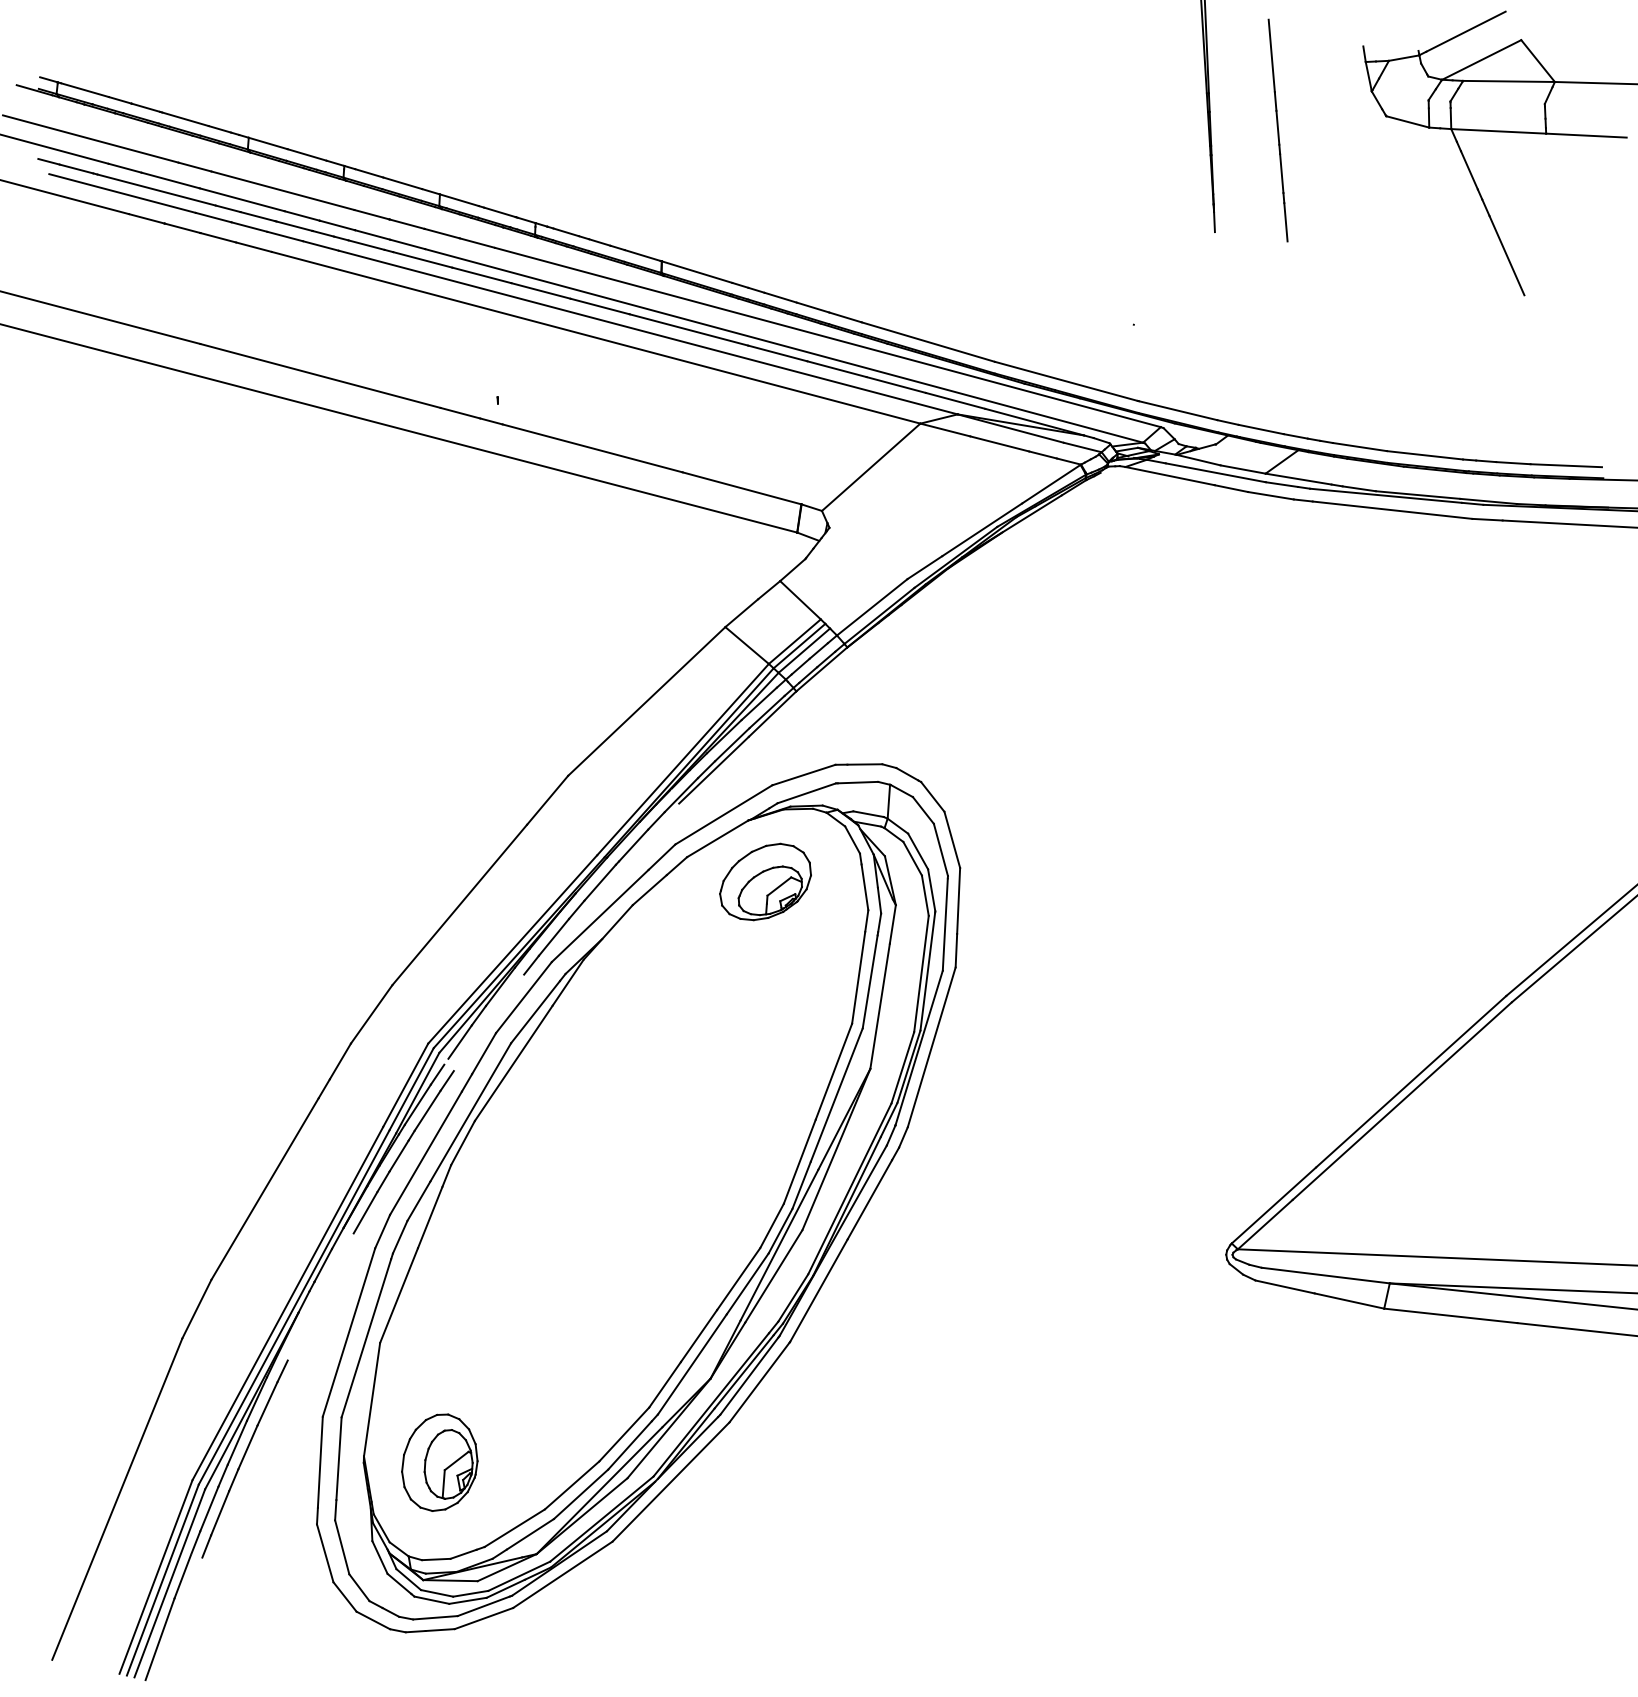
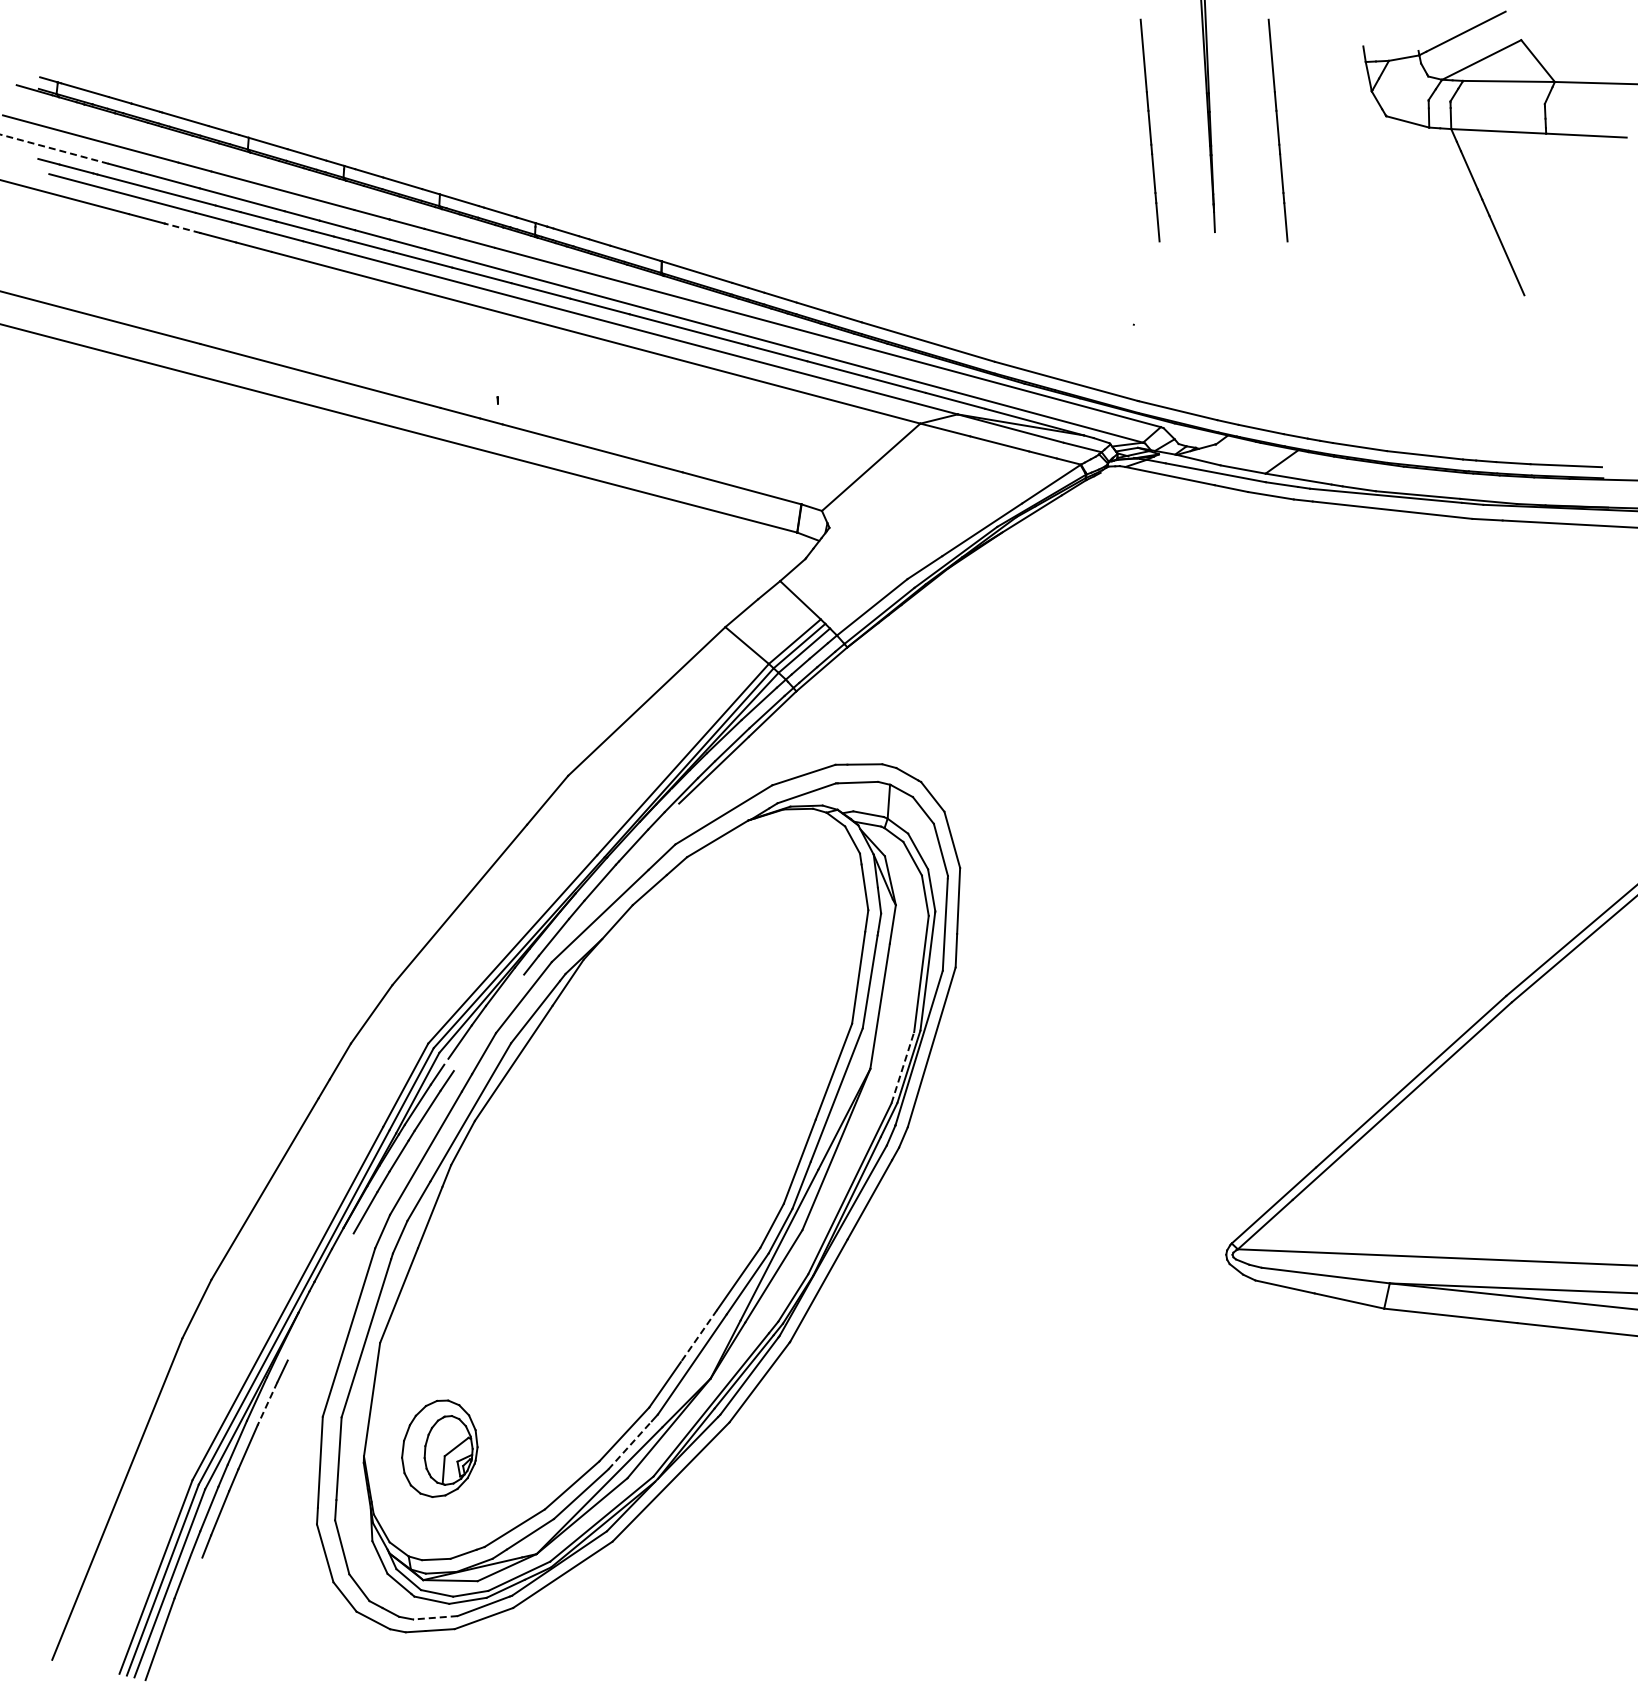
line at (1149, 130): none -> present
line at (53, 149): solid -> dashed
line at (182, 228): solid -> dashed
part at (765, 881): present -> none
line at (903, 1067): solid -> dashed
line at (699, 1336): solid -> dashed
line at (267, 1403): solid -> dashed
line at (630, 1445): solid -> dashed
part at (439, 1462) position: (439, 1462) -> (439, 1448)
line at (434, 1617): solid -> dashed
